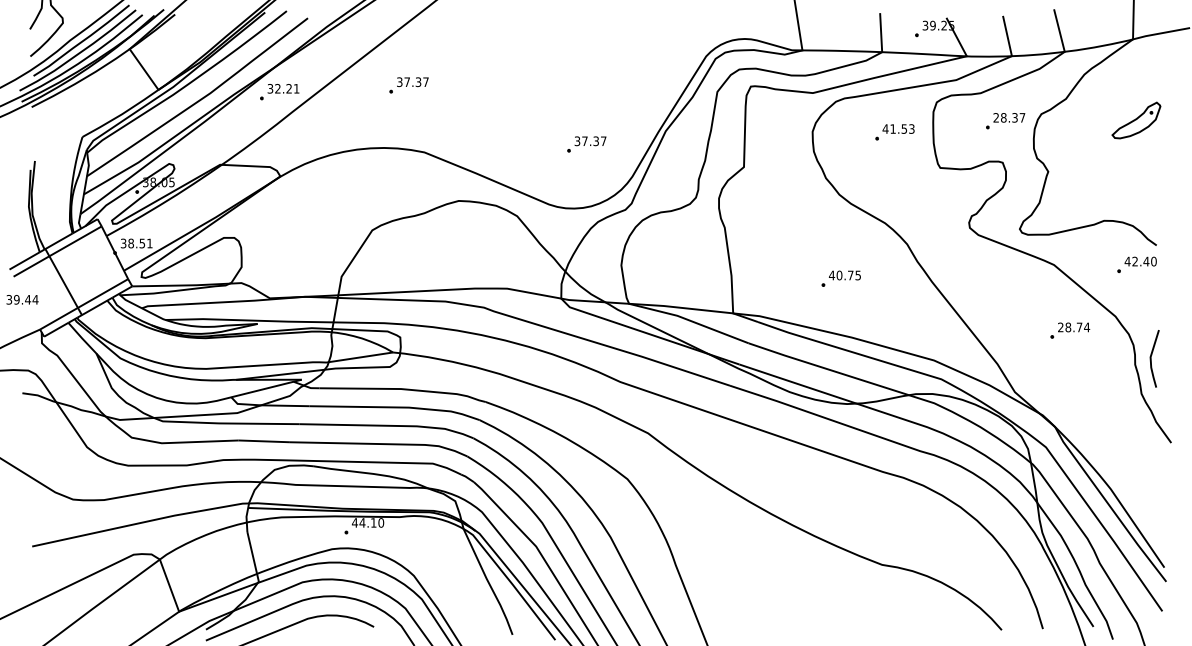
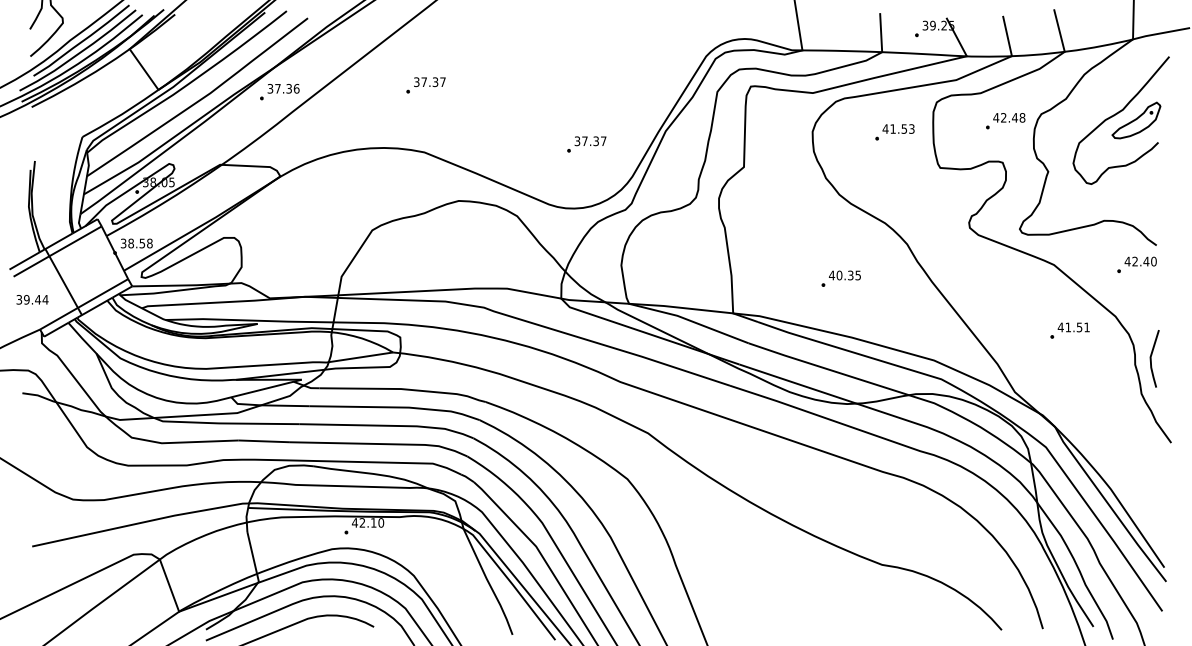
part at (408, 85) position: (408, 85) -> (425, 85)
text at (287, 88): 32.21 -> 37.36
curve at (1117, 114): none -> present
text at (1009, 117): 28.37 -> 42.48
text at (149, 243): 38.51 -> 38.58
text at (850, 275): 40.75 -> 40.35
text at (22, 299) position: (22, 299) -> (32, 299)
text at (1073, 327): 28.74 -> 41.51
text at (362, 522): 44.10 -> 42.10
